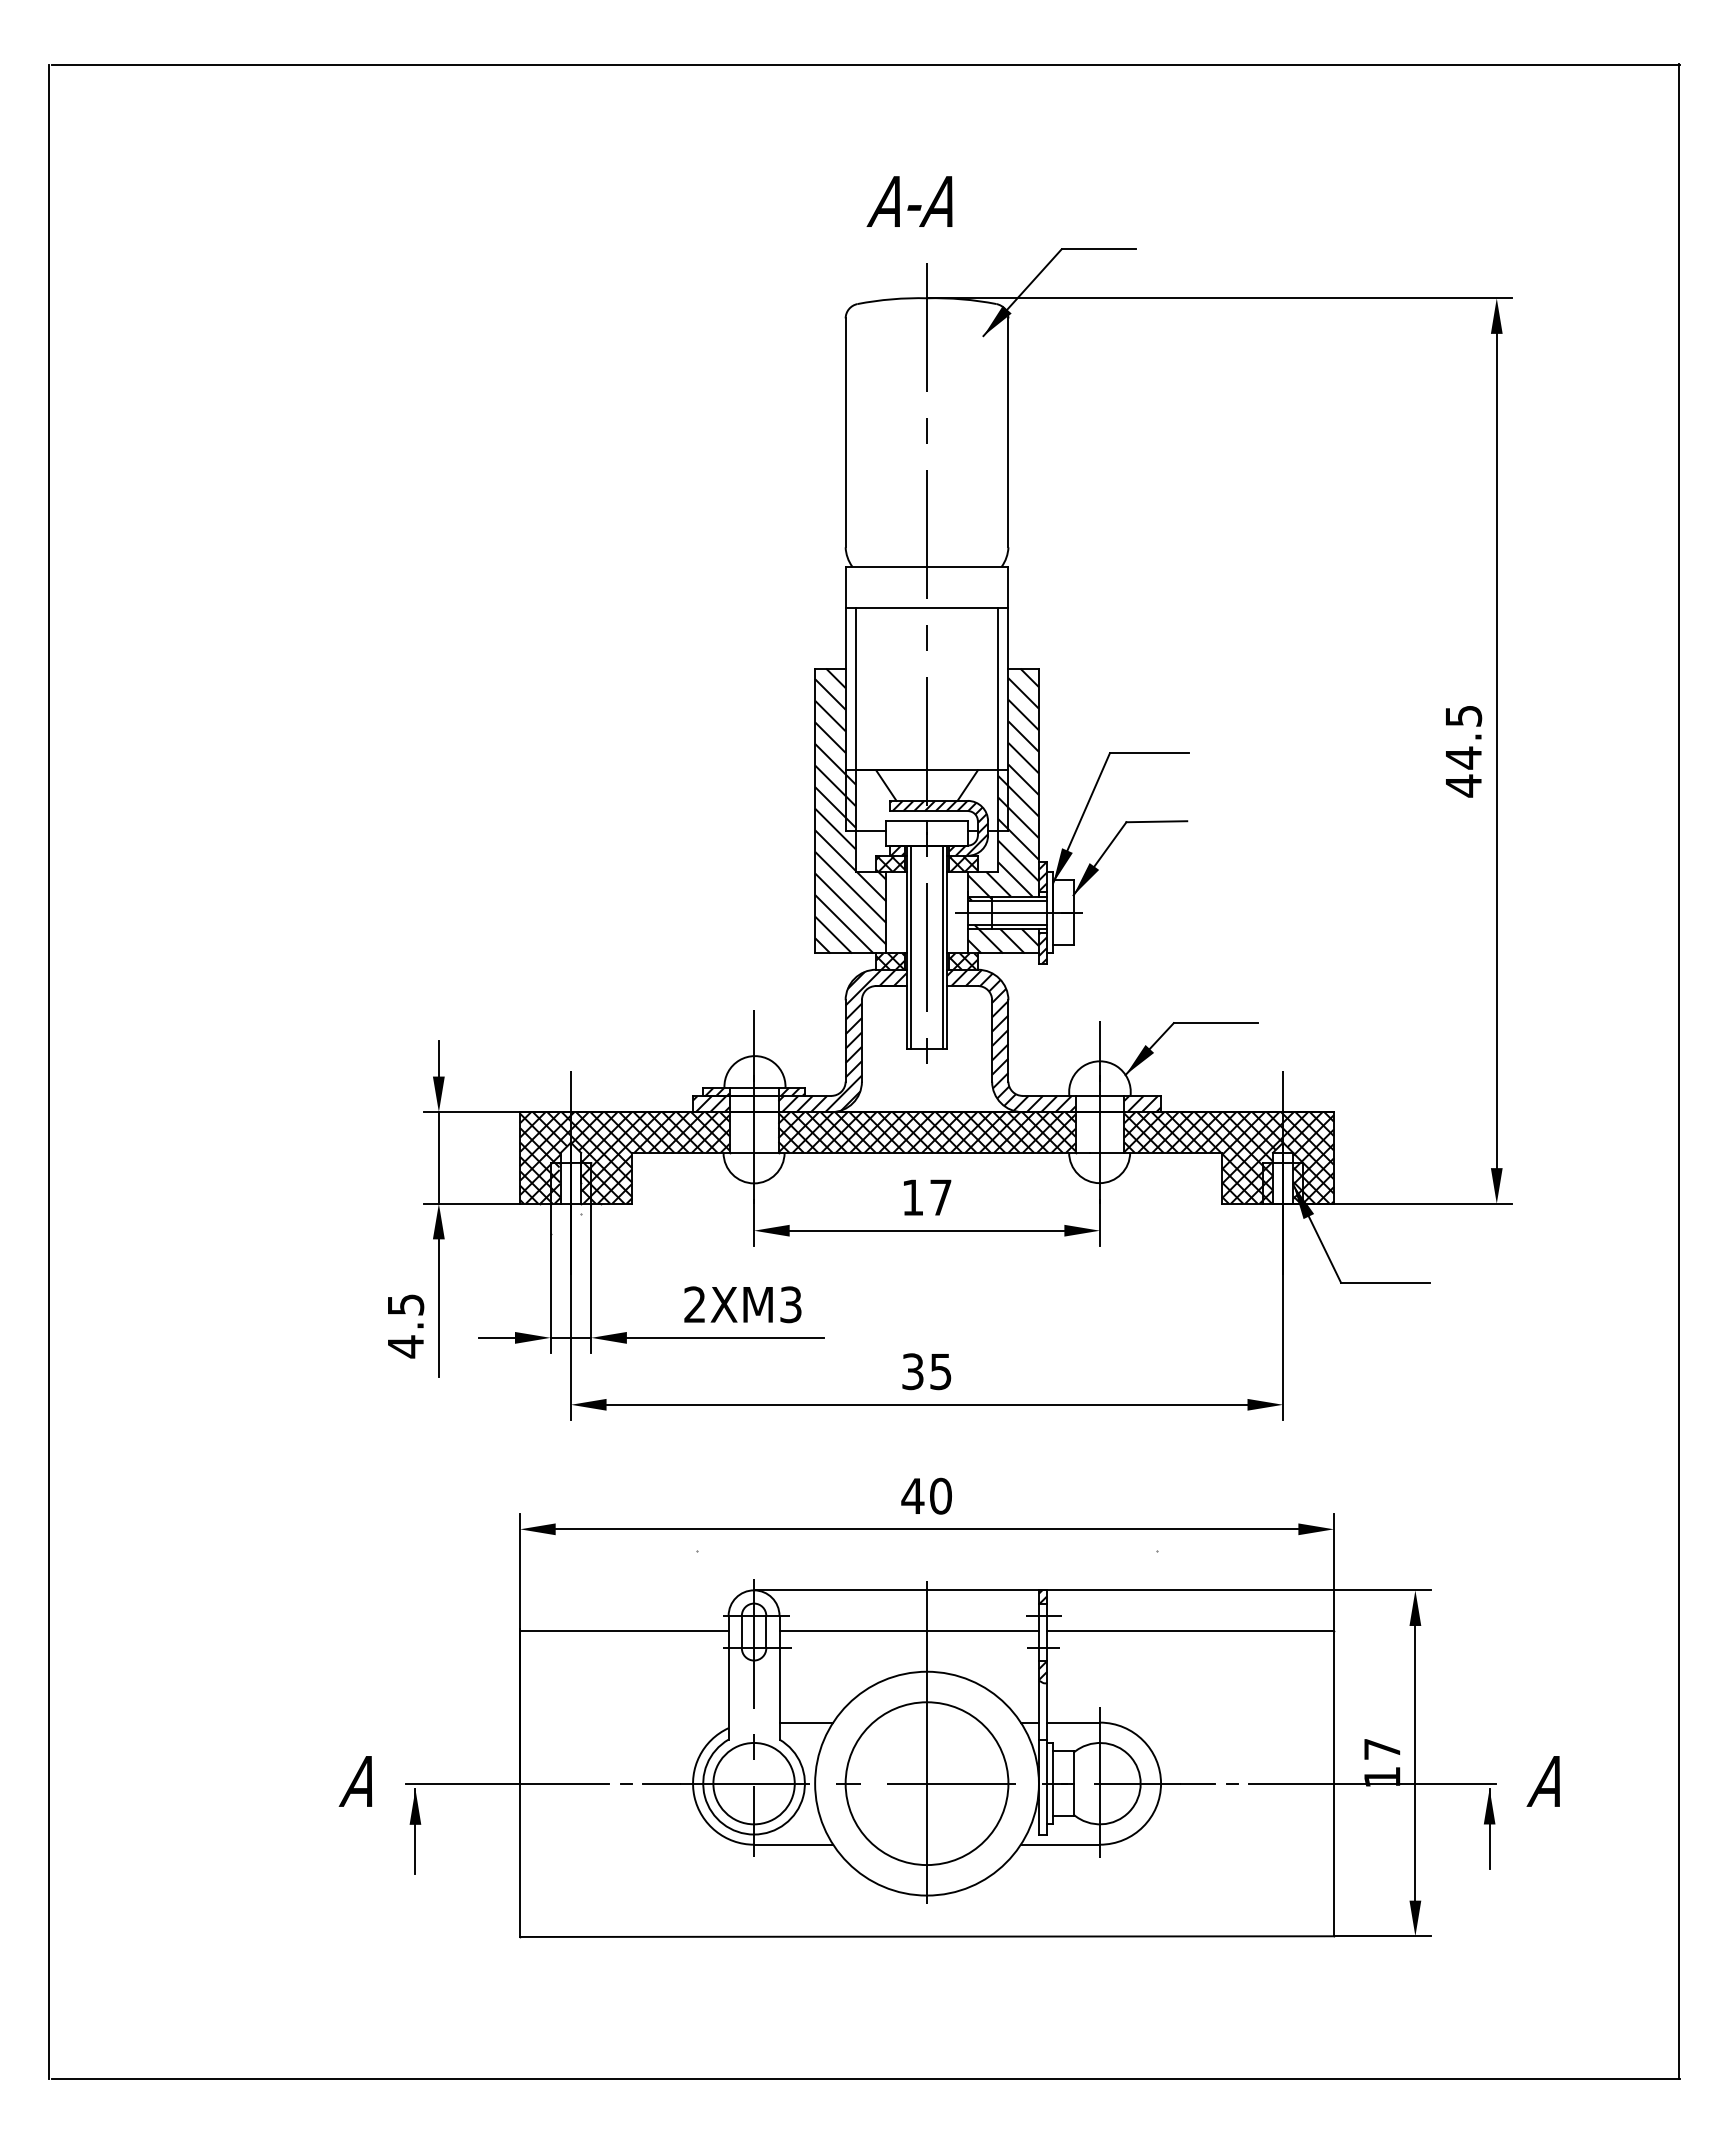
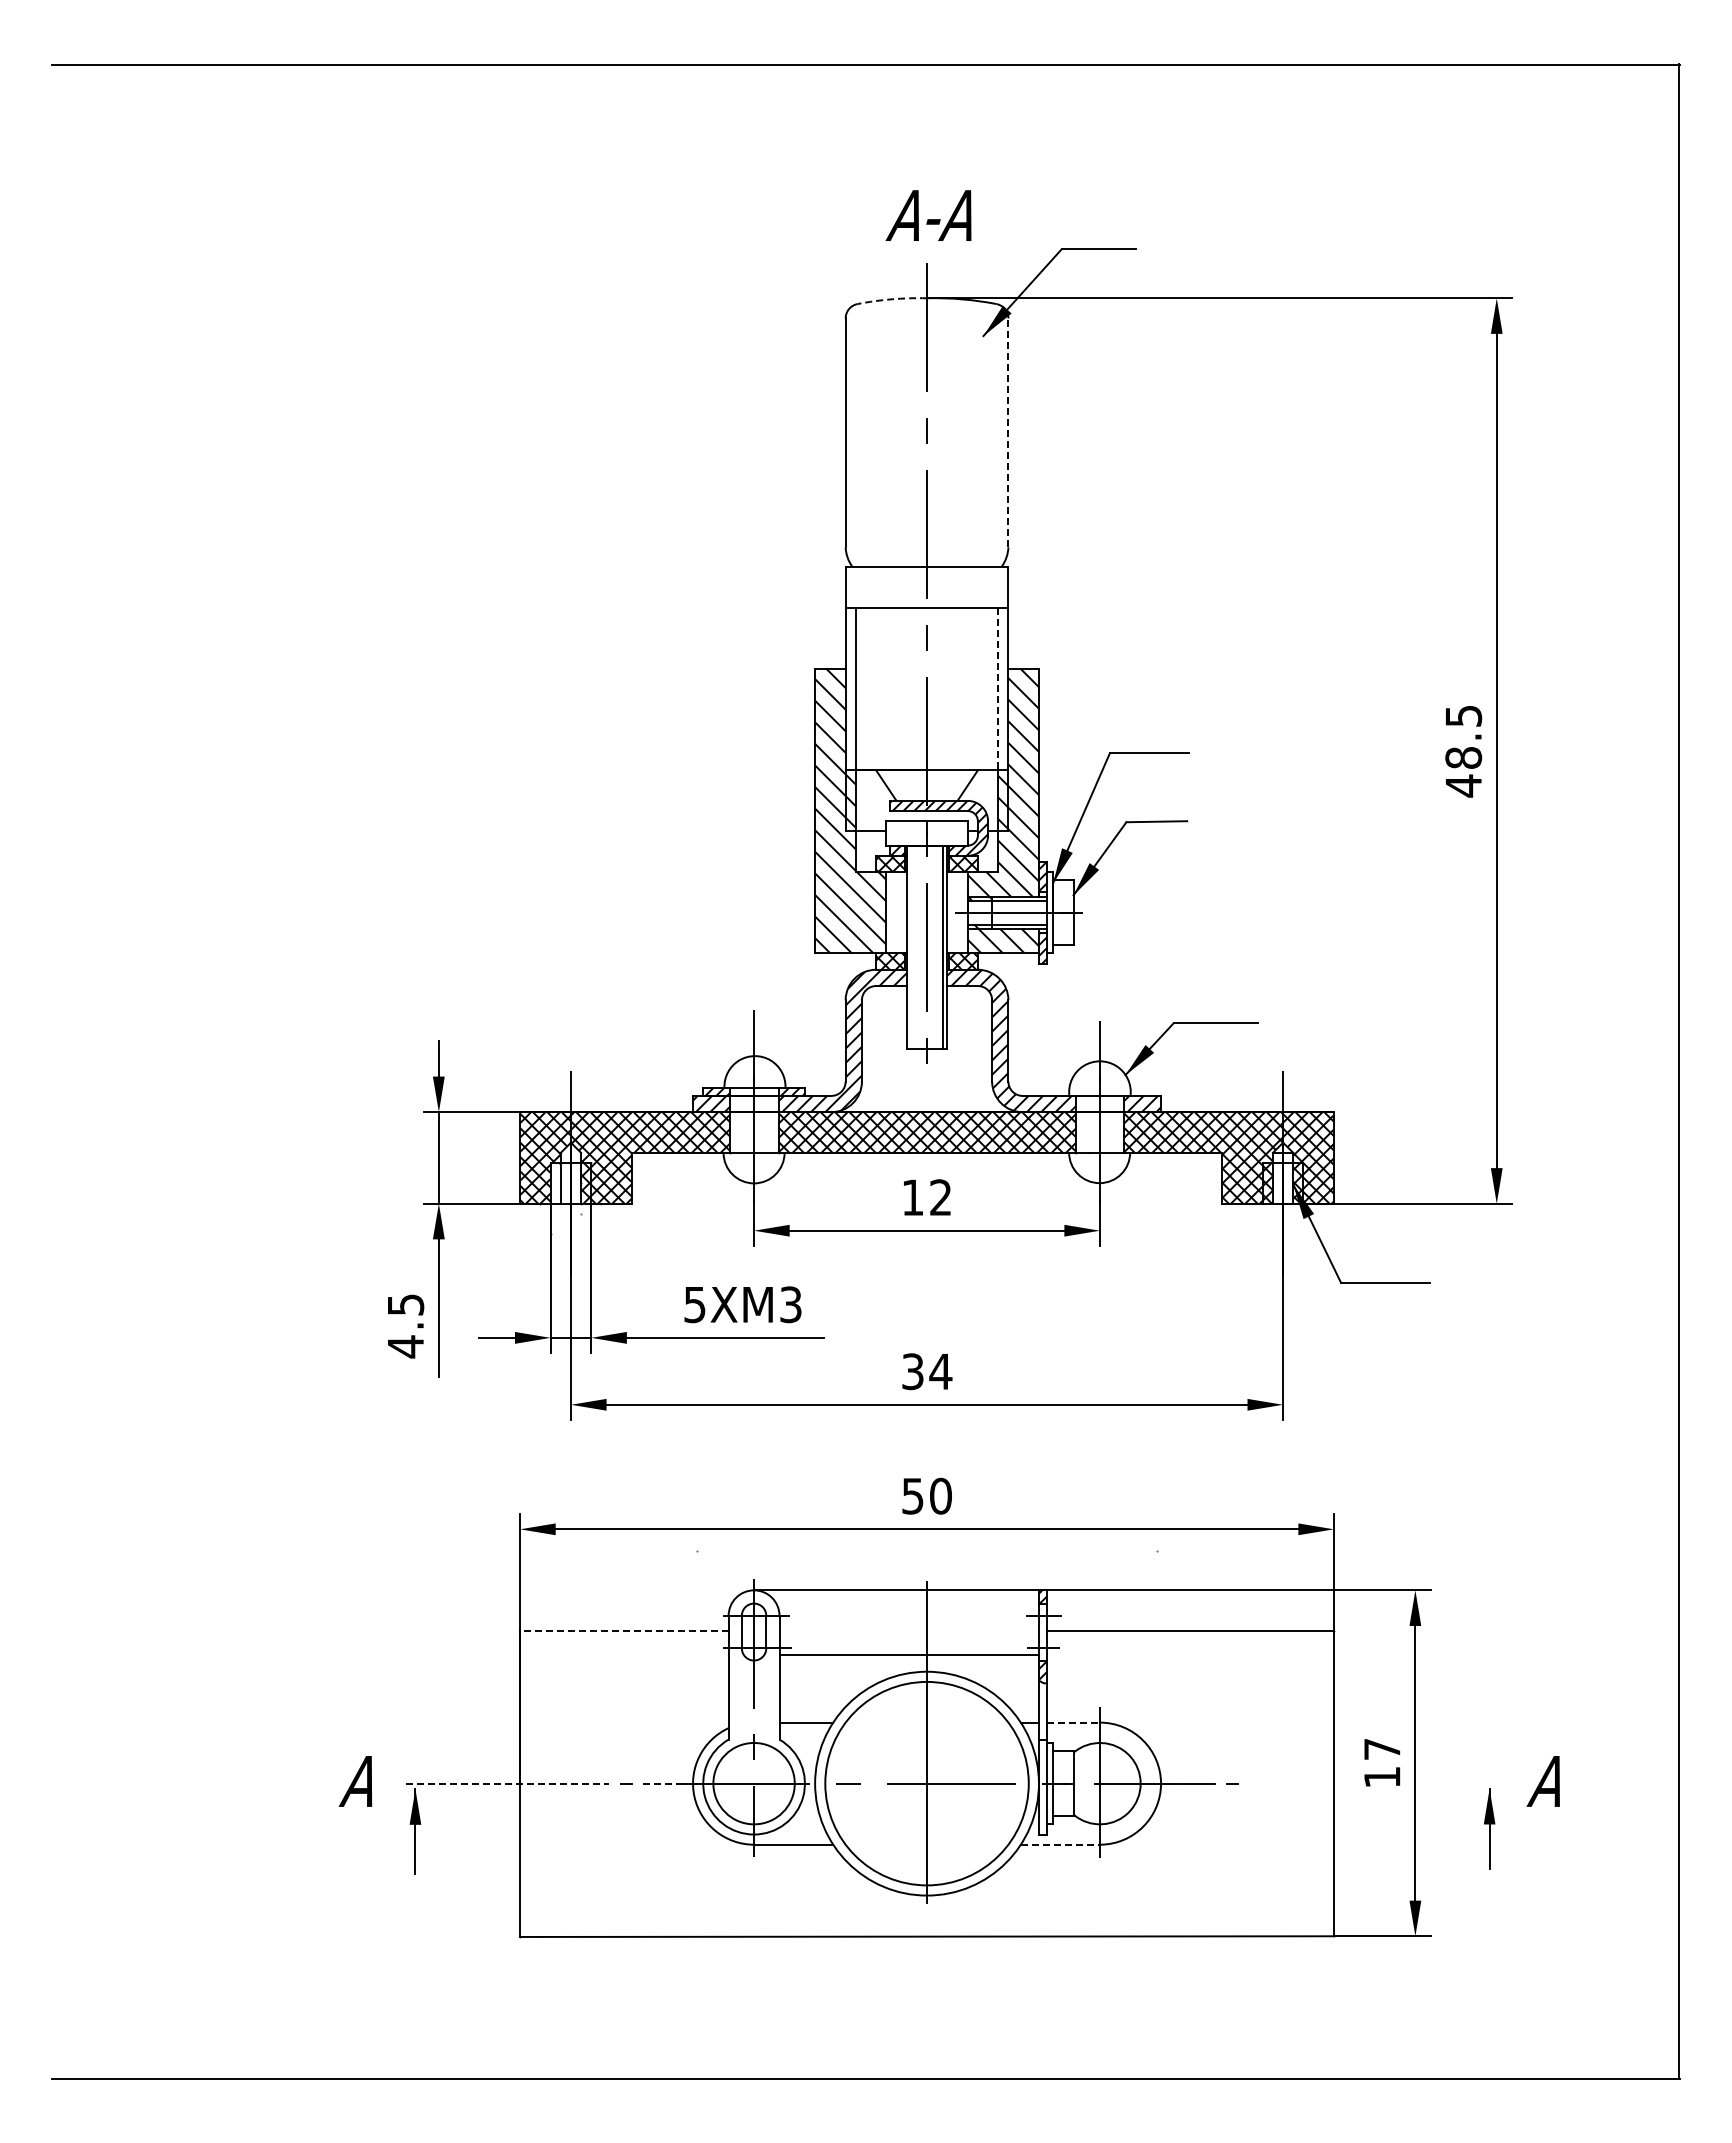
text at (909, 201) position: (909, 201) -> (928, 215)
arc at (892, 299): solid -> dashed
line at (1008, 432): solid -> dashed
line at (998, 689): solid -> dashed
text at (1463, 757): 44.5 -> 48.5
line at (910, 947): present -> none
line at (48, 1071): present -> none
hatch at (555, 1183): present -> none
text at (940, 1197): 17 -> 12
text at (694, 1304): 2XM3 -> 5XM3
text at (940, 1372): 35 -> 34
text at (912, 1496): 40 -> 50
line at (623, 1631): solid -> dashed
line at (908, 1631) position: (908, 1631) -> (908, 1655)
line at (1074, 1722): solid -> dashed
line at (507, 1783): solid -> dashed
line at (661, 1783): solid -> dashed
circle at (926, 1783) diameter: 163 px -> 203 px
line at (1371, 1783): present -> none
line at (1060, 1844): solid -> dashed
